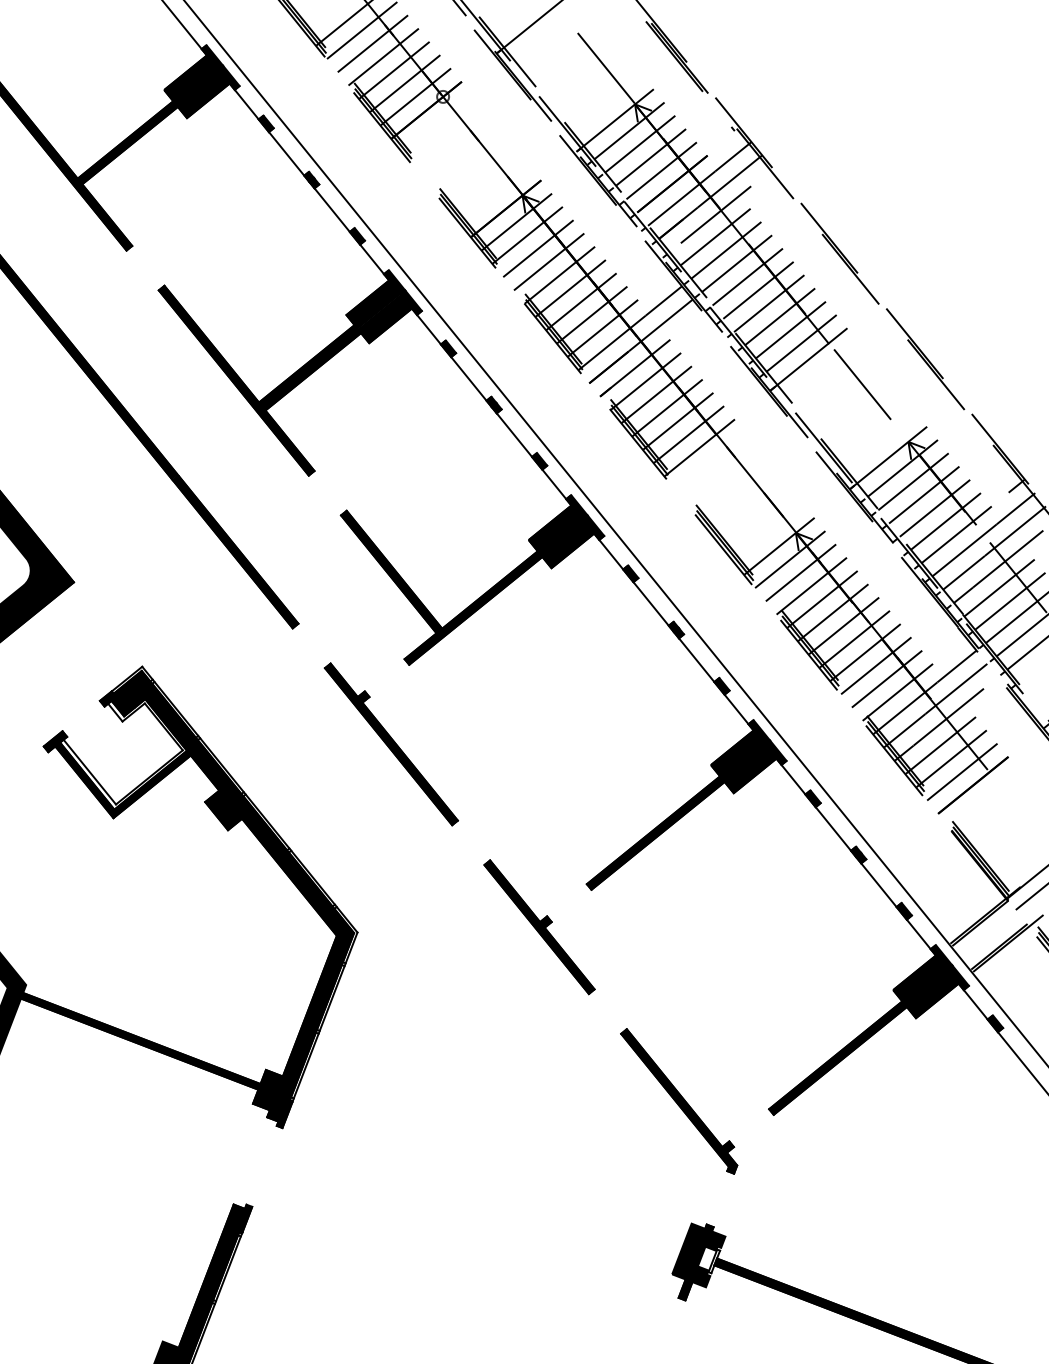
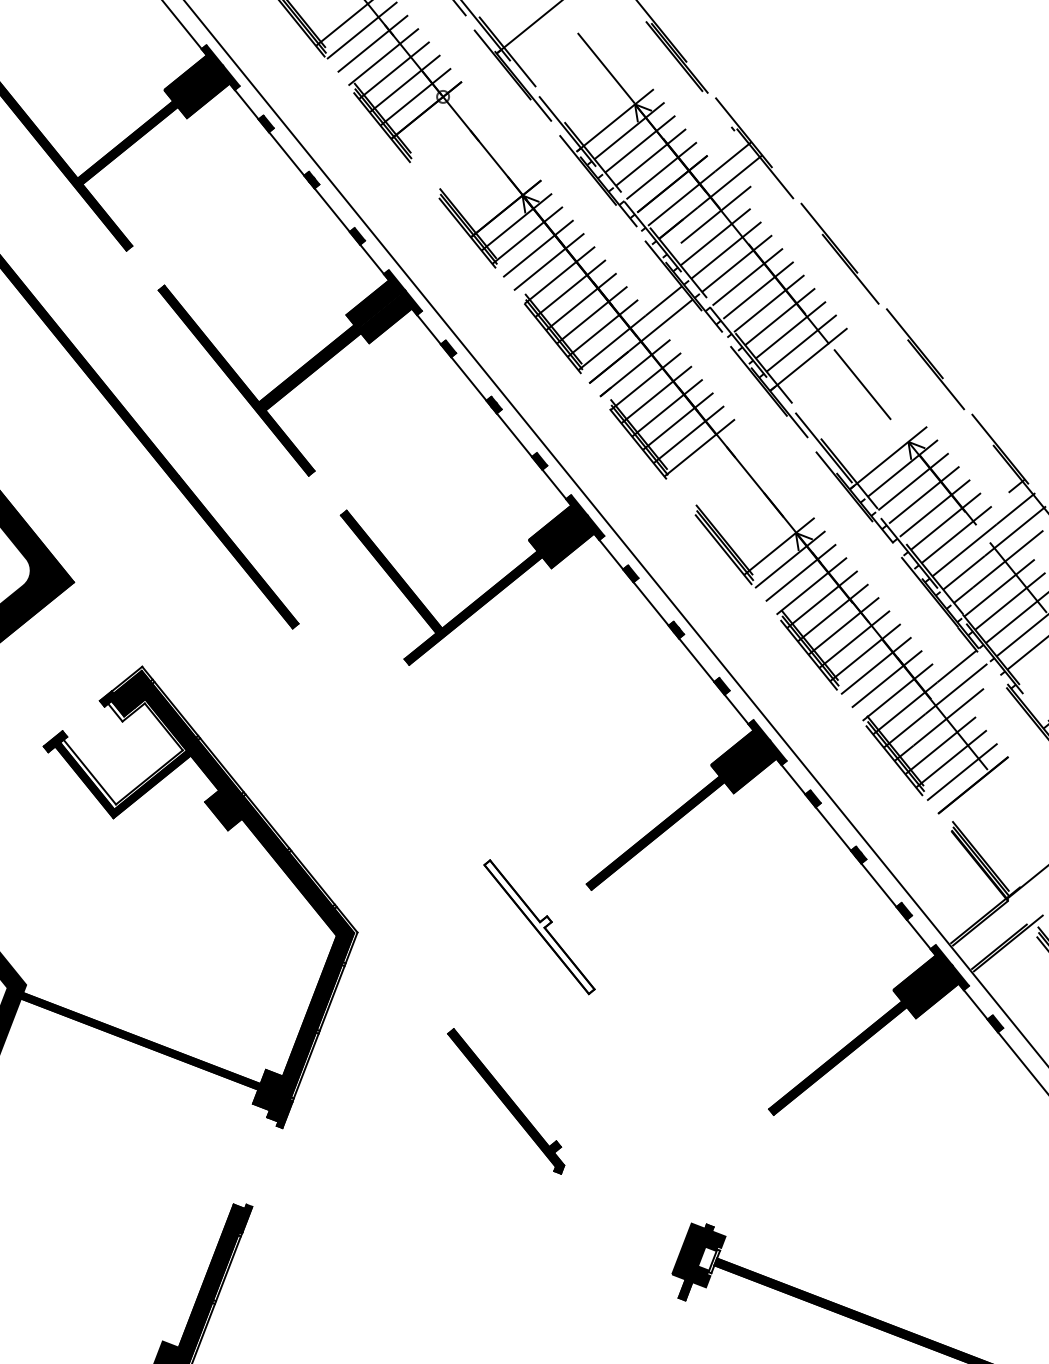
part at (390, 744): present -> none
line at (1030, 897): present -> none
fill at (539, 926): present -> none
part at (679, 1101) position: (679, 1101) -> (506, 1101)
